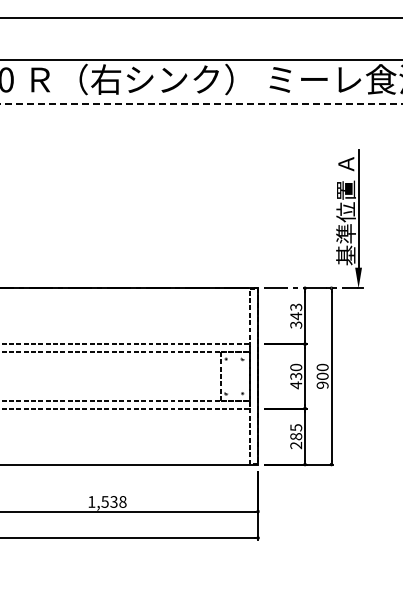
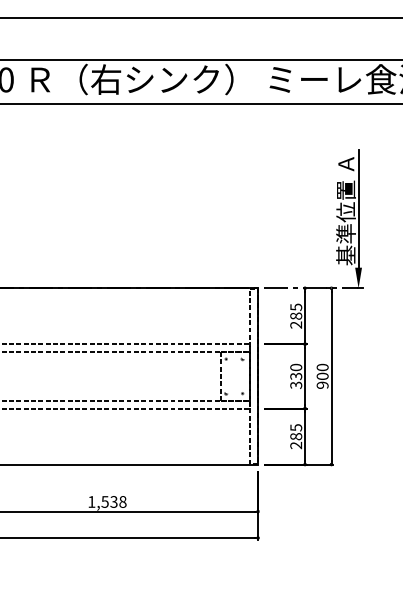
line at (201, 103): dashed -> solid
text at (296, 315): 343 -> 285
text at (296, 385): 430 -> 330
